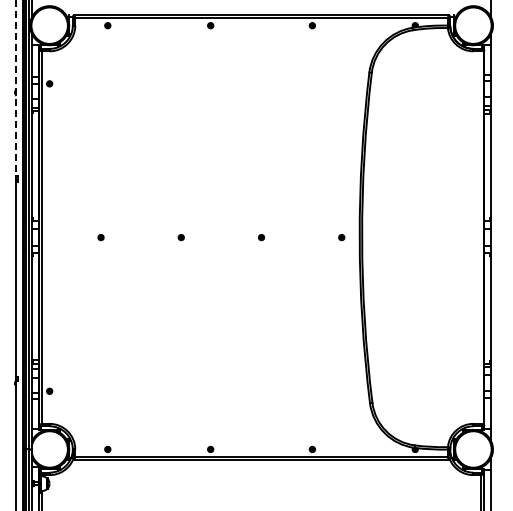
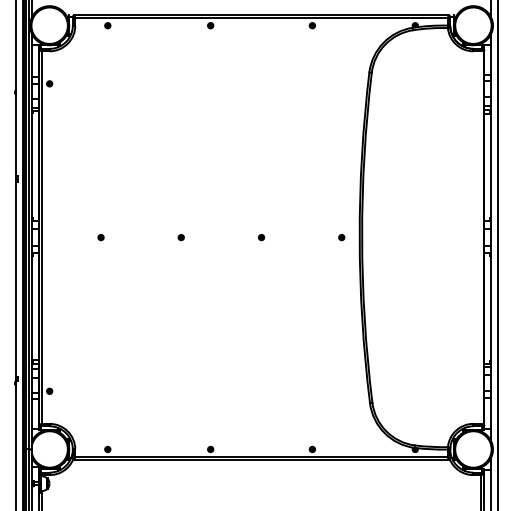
line at (16, 88): dashed -> solid
line at (497, 254): none -> present
